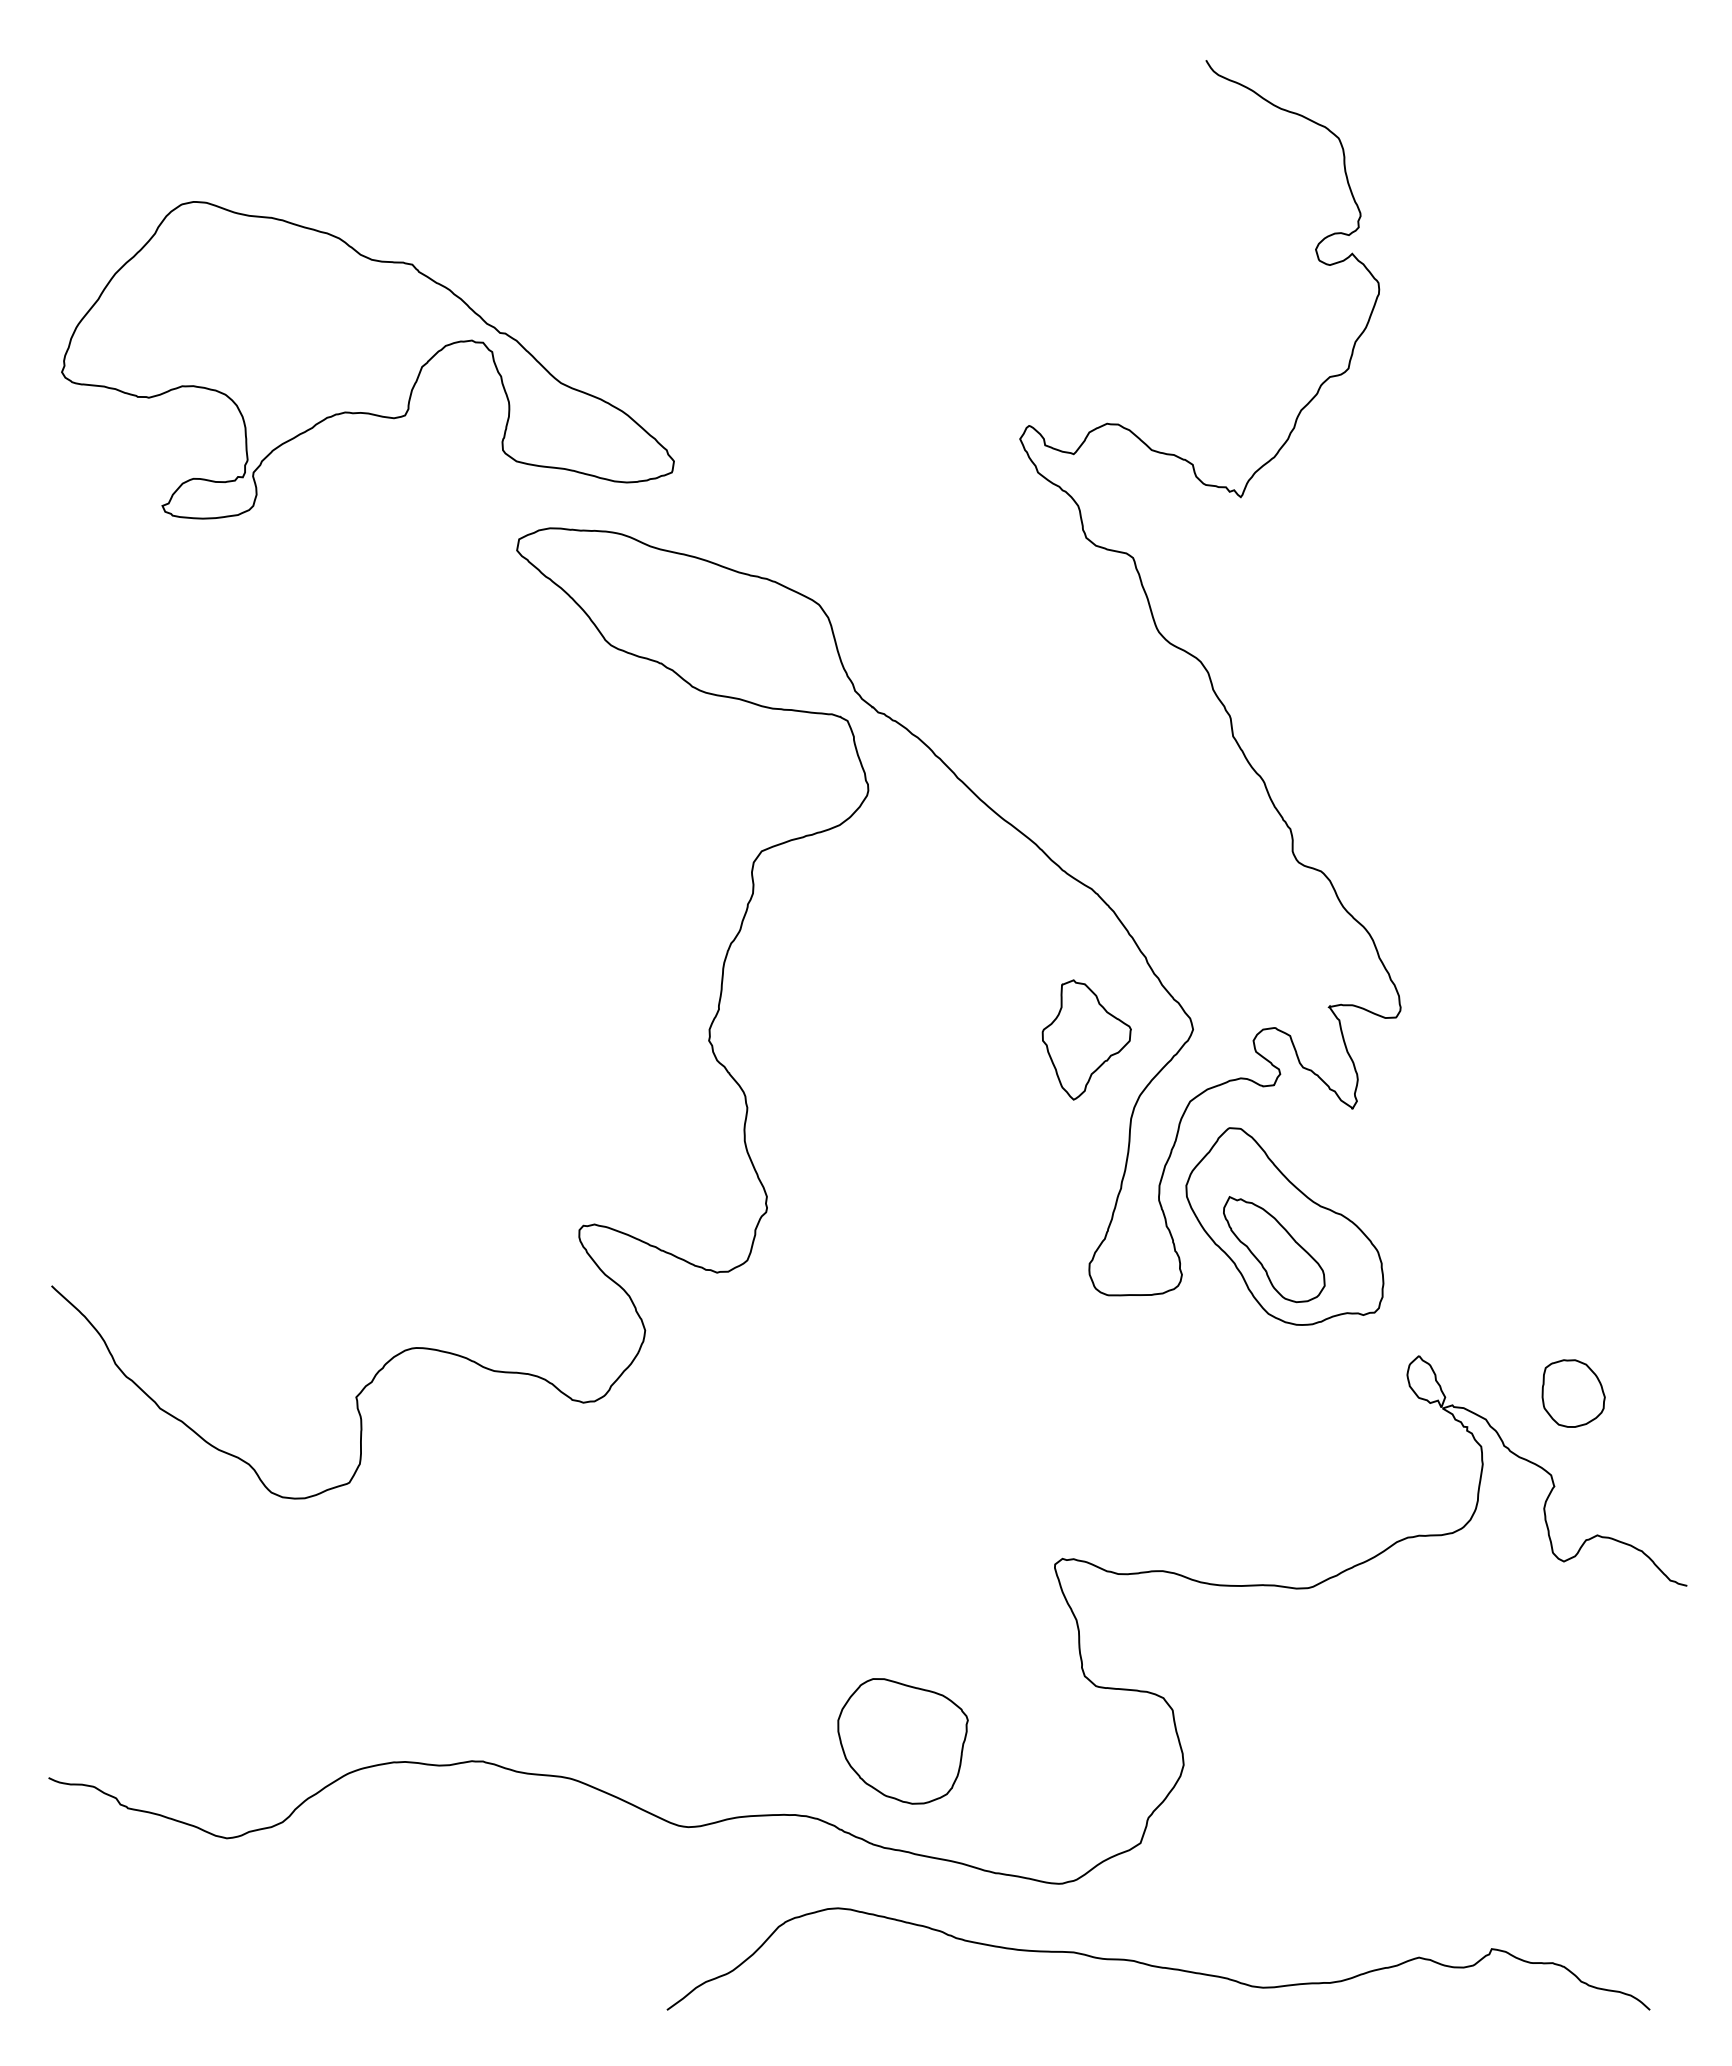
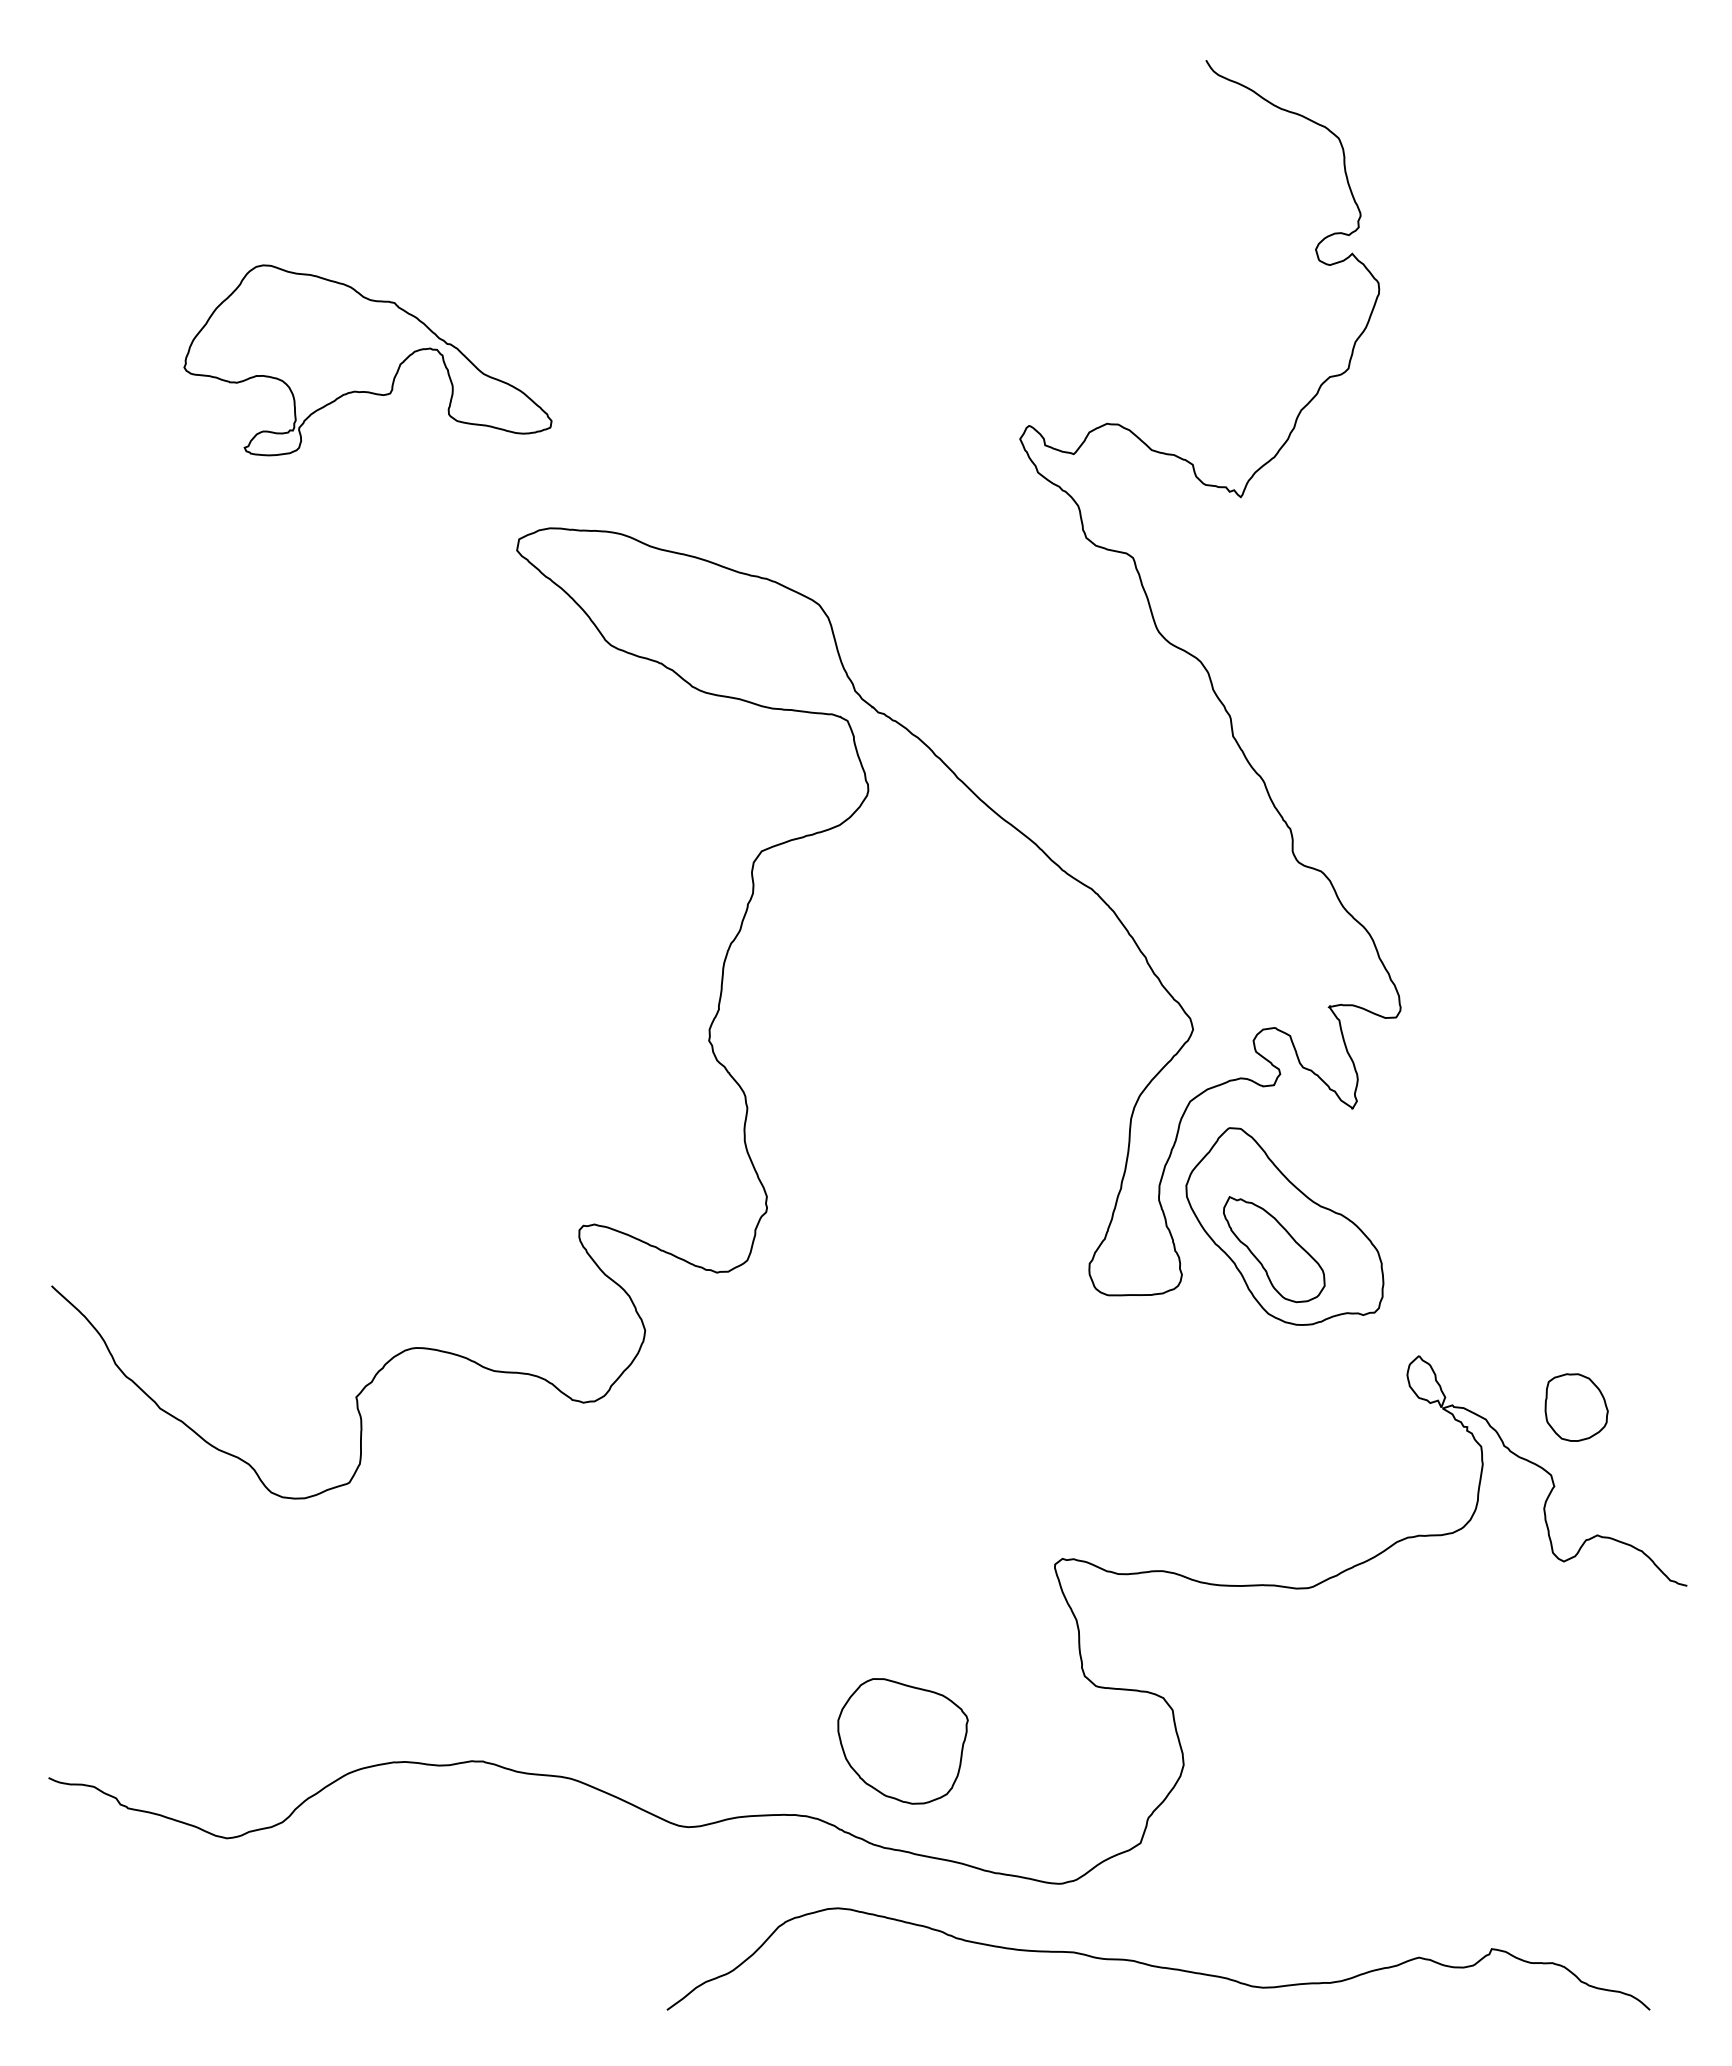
part at (367, 360) size: 614x319 px -> 370x193 px
part at (1086, 1039): present -> none
part at (1573, 1393) position: (1573, 1393) -> (1576, 1407)
